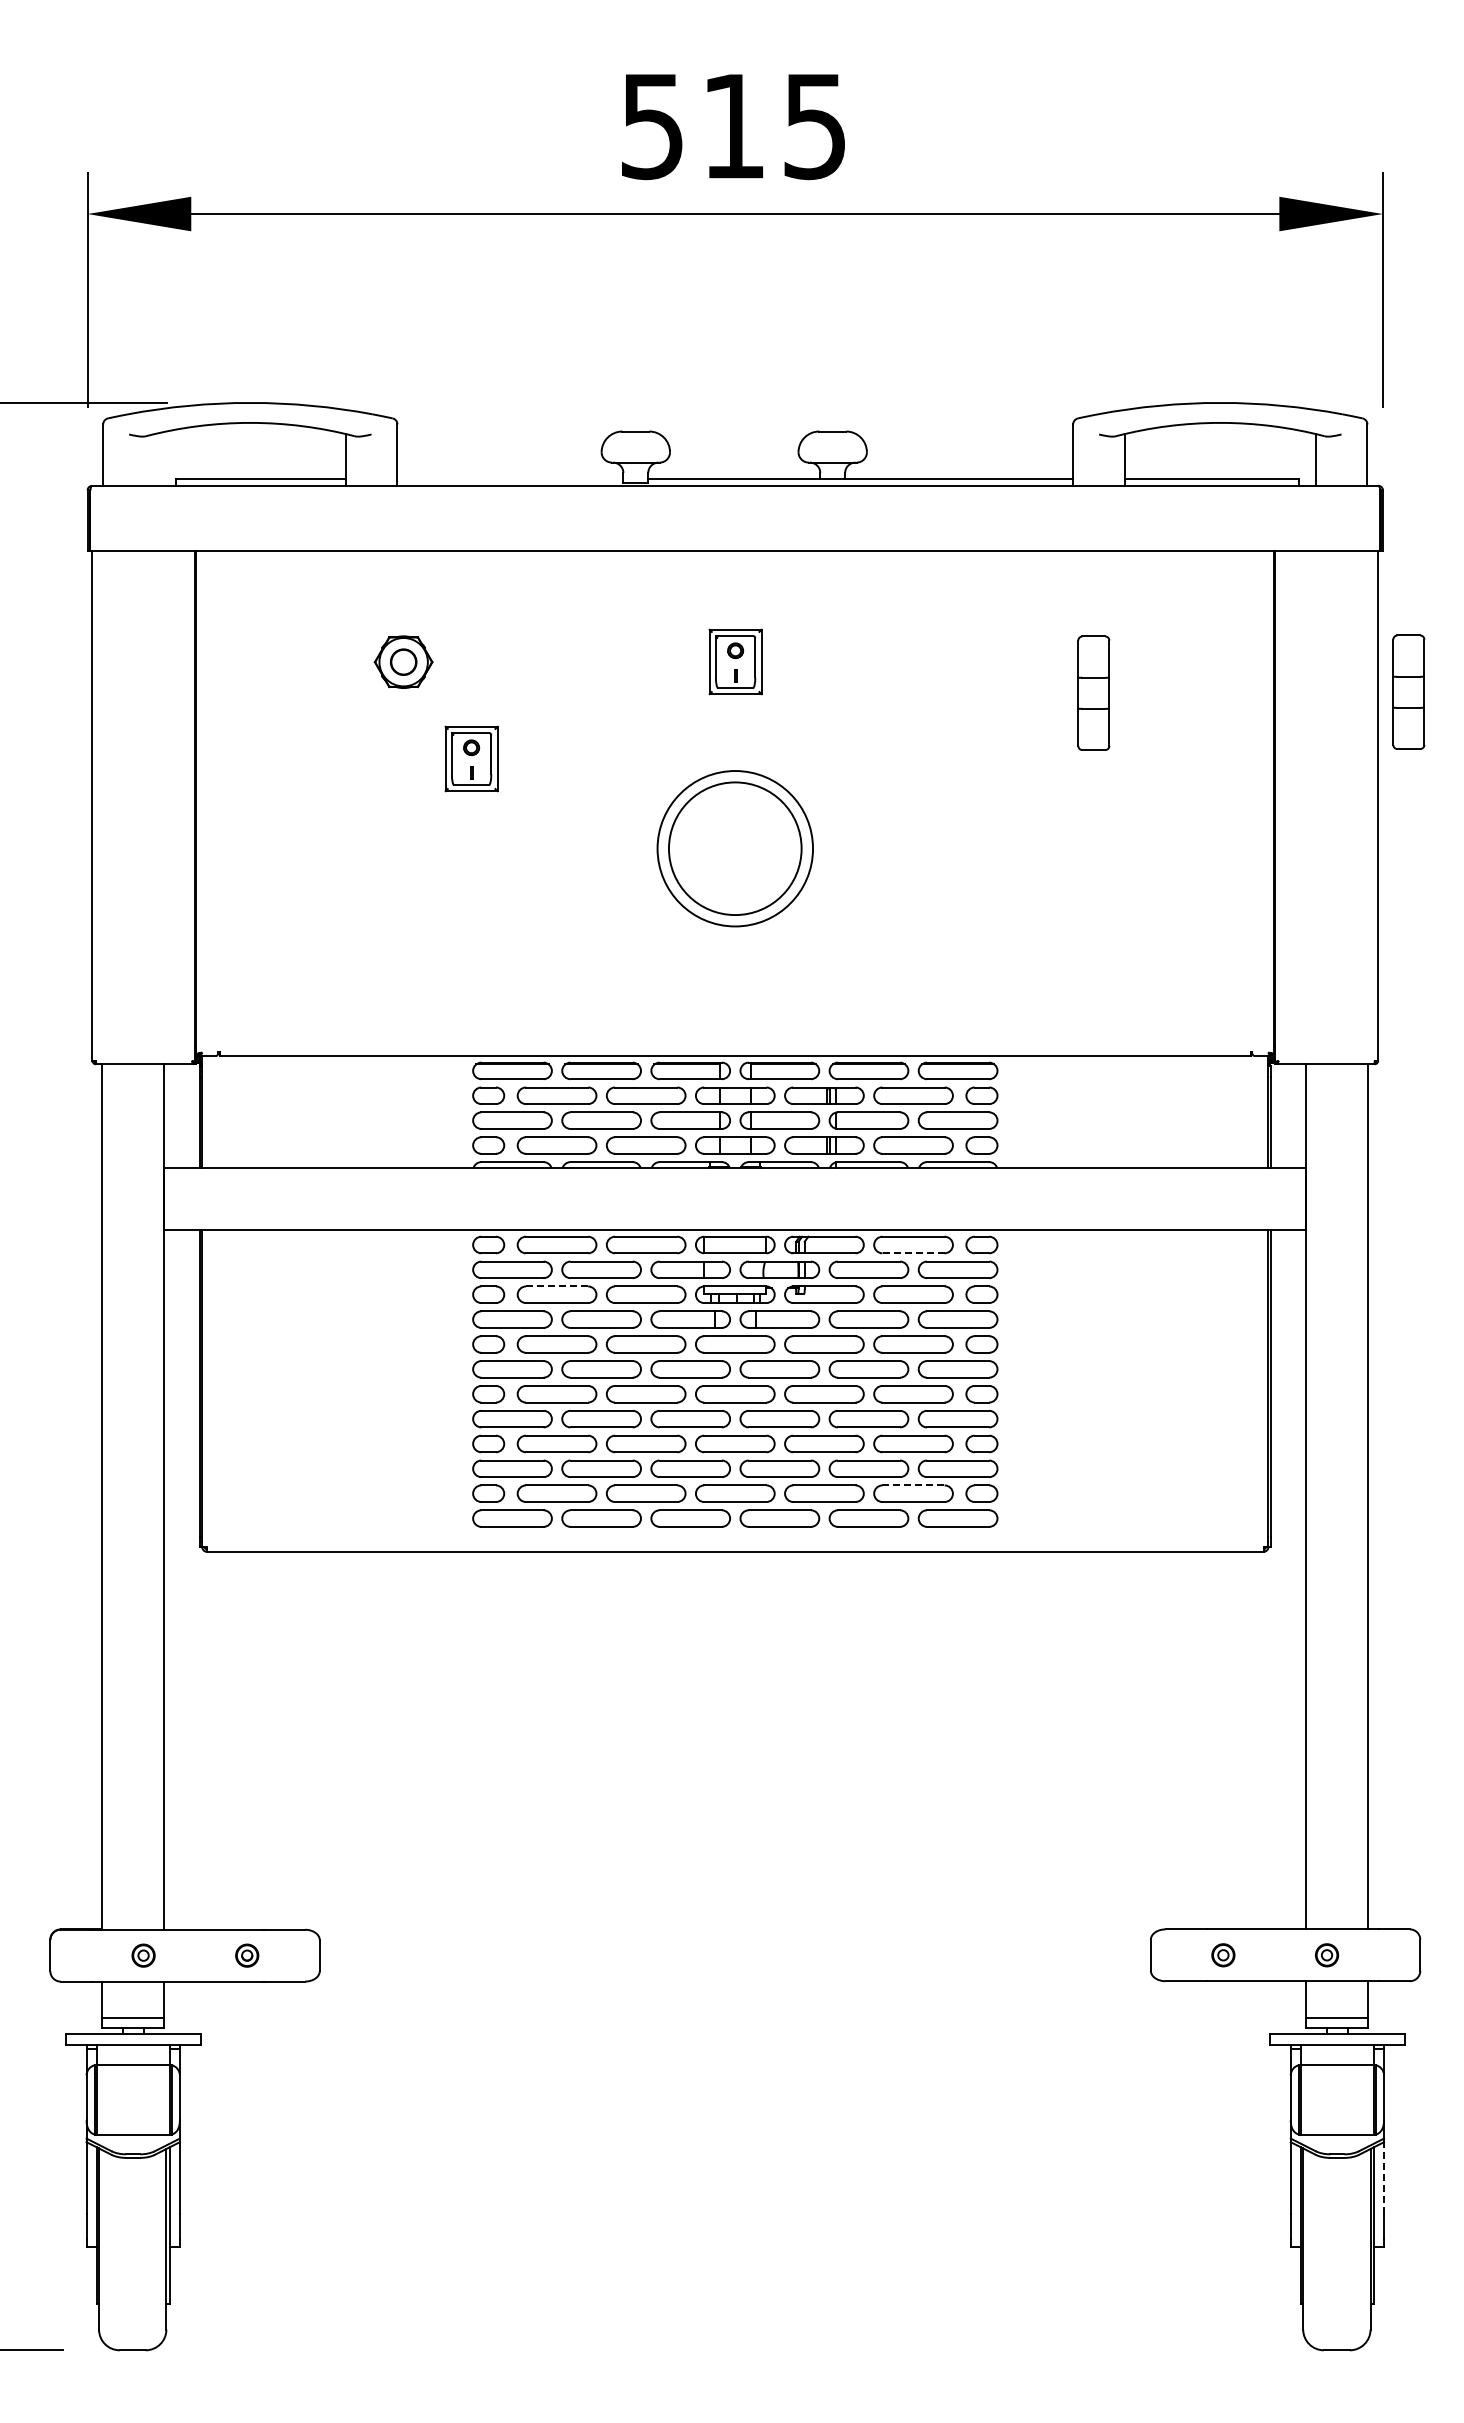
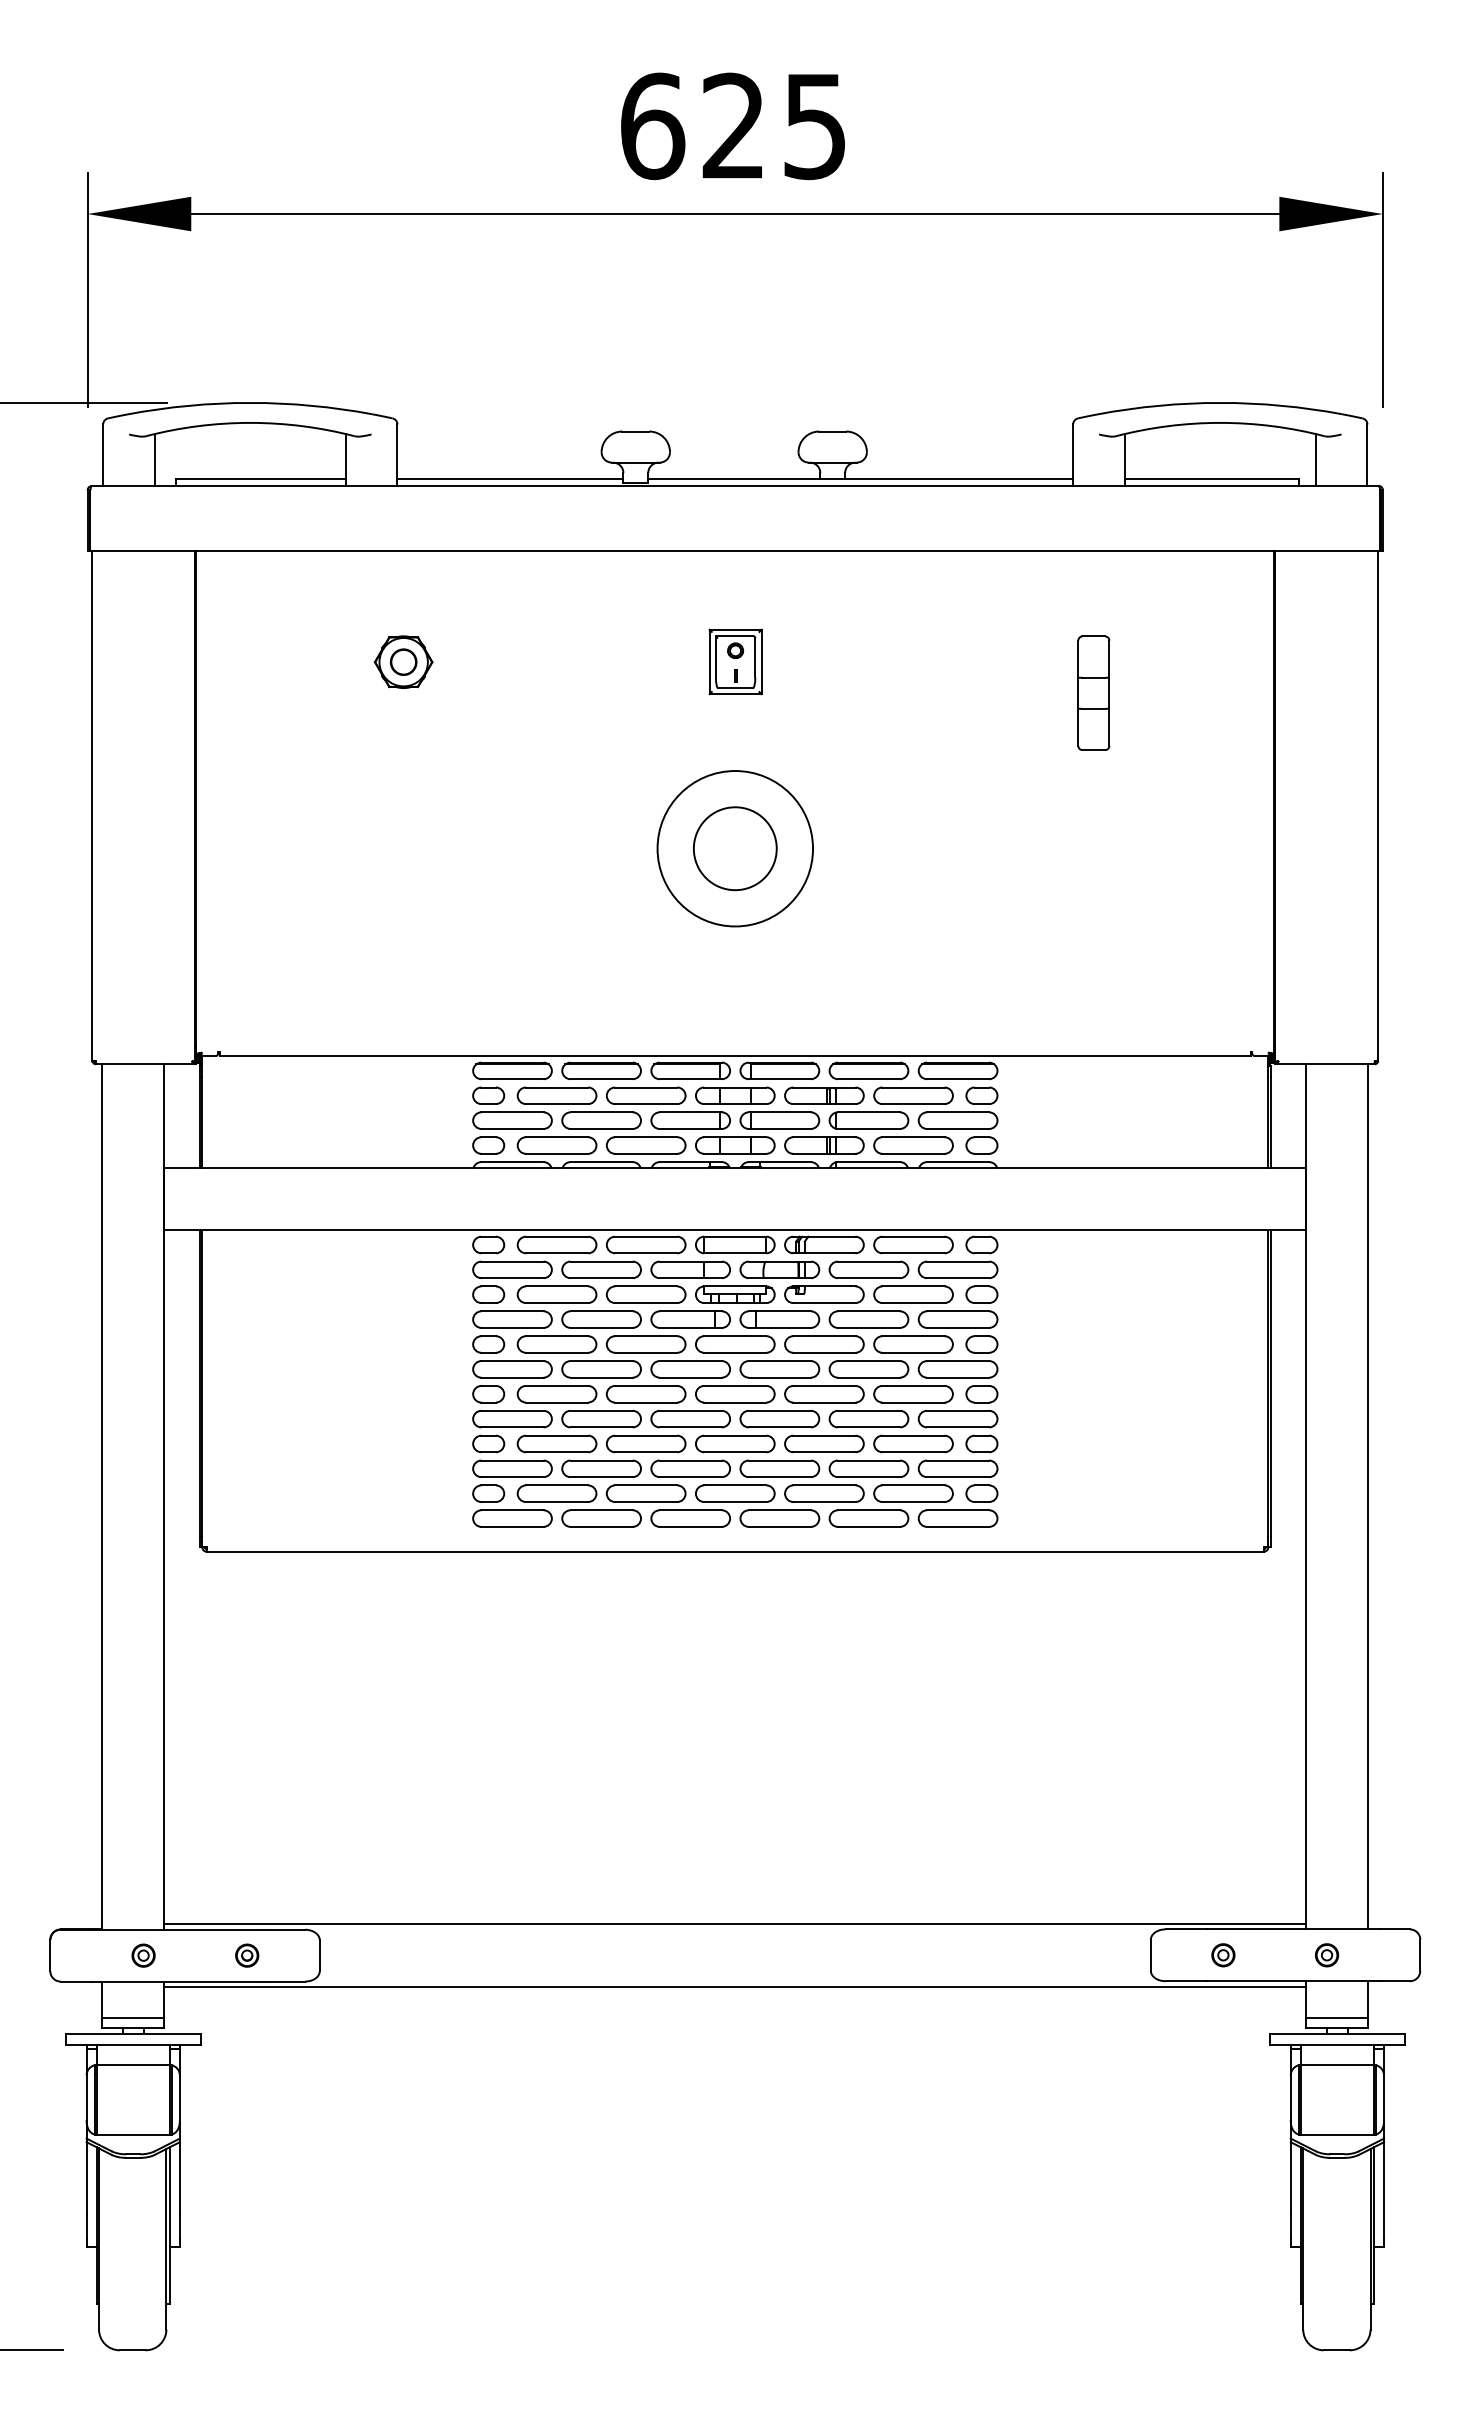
text at (692, 126): 515 -> 625
line at (155, 459): none -> present
line at (510, 478): none -> present
part at (1408, 691): present -> none
part at (471, 758): present -> none
circle at (734, 848) diameter: 133 px -> 83 px
line at (913, 1253): dashed -> solid
line at (557, 1286): dashed -> solid
line at (914, 1485): dashed -> solid
line at (735, 1924): none -> present
line at (735, 1986): none -> present
line at (1384, 2177): dashed -> solid
